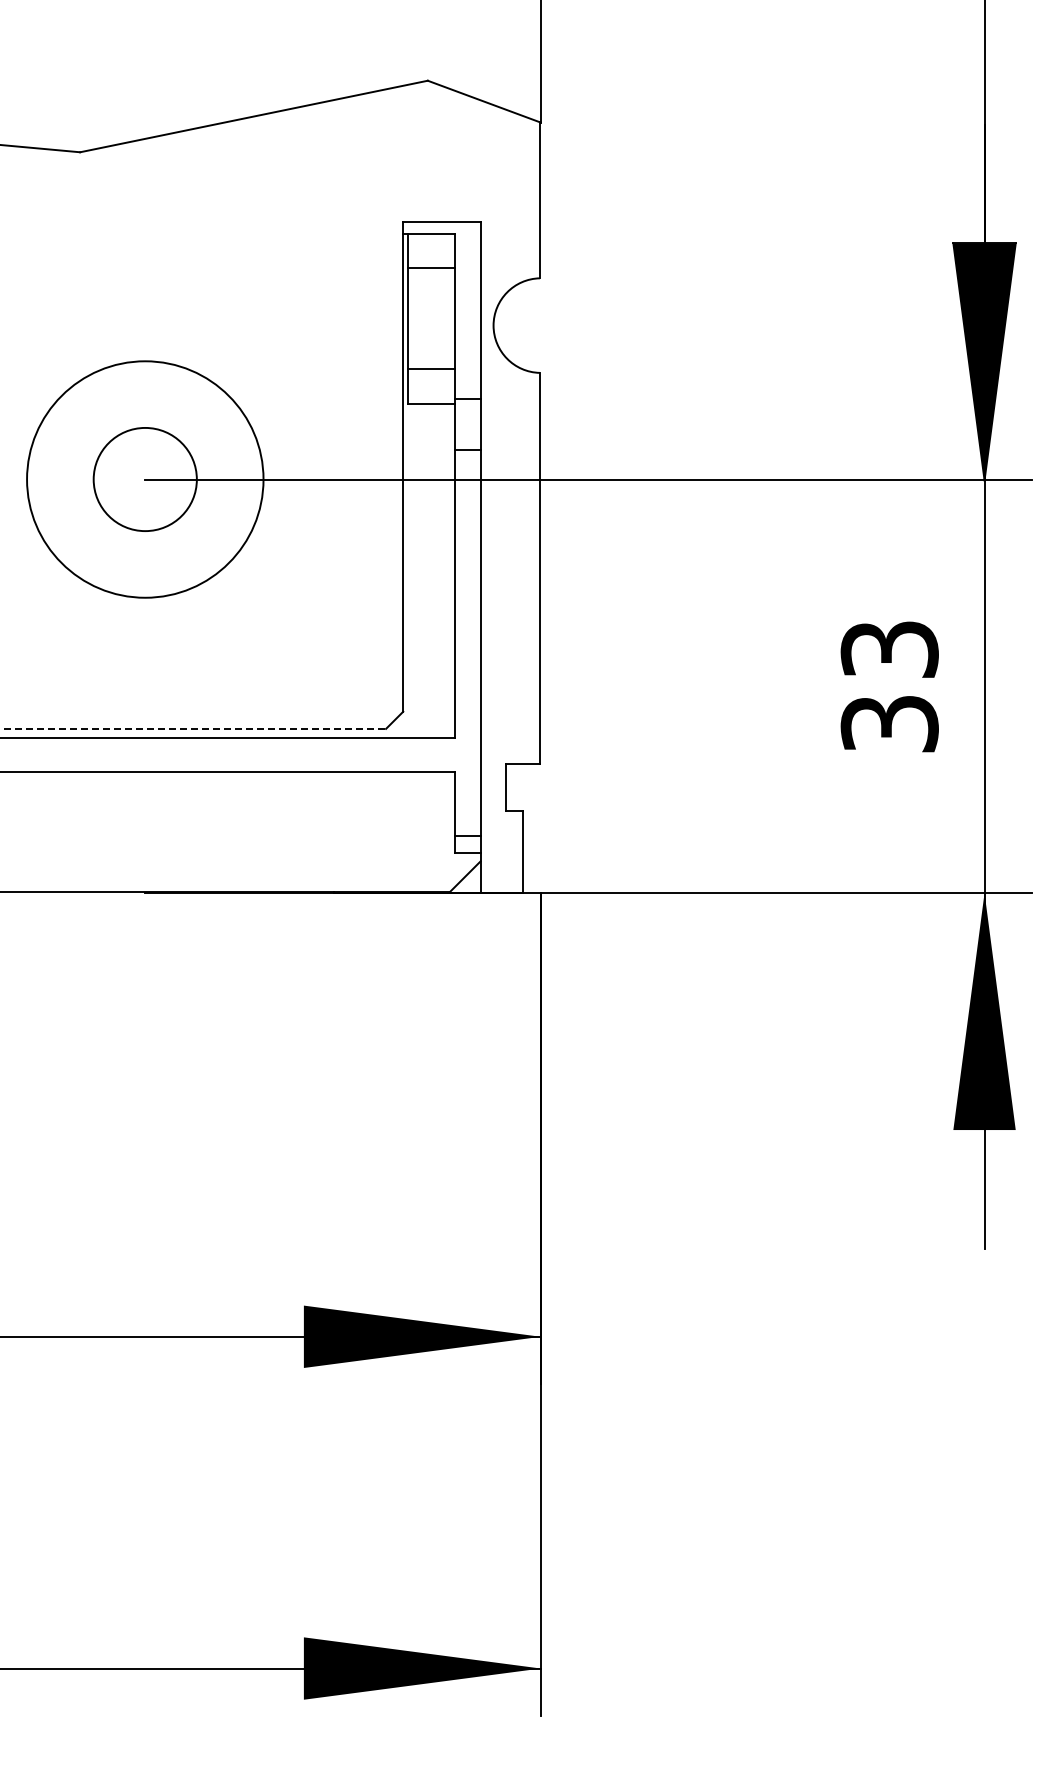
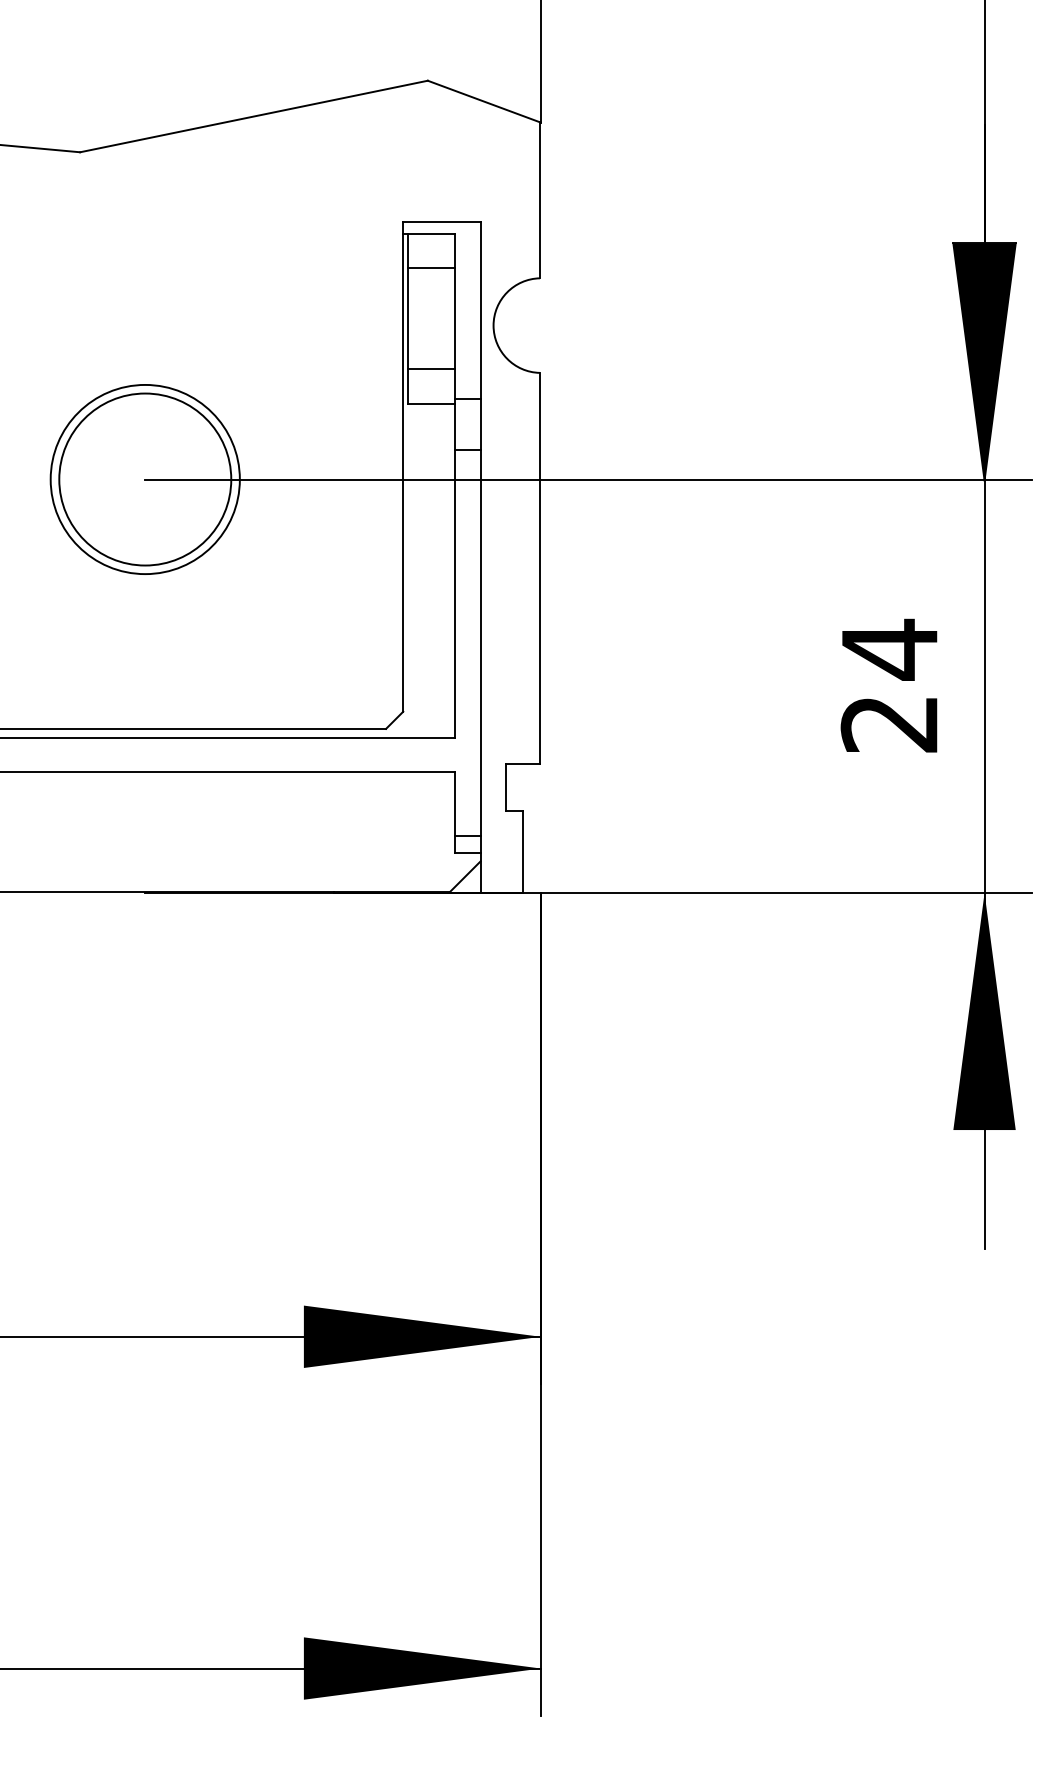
circle at (144, 479) diameter: 103 px -> 172 px
circle at (145, 479) diameter: 236 px -> 189 px
text at (889, 685): 33 -> 24
line at (193, 728): dashed -> solid
